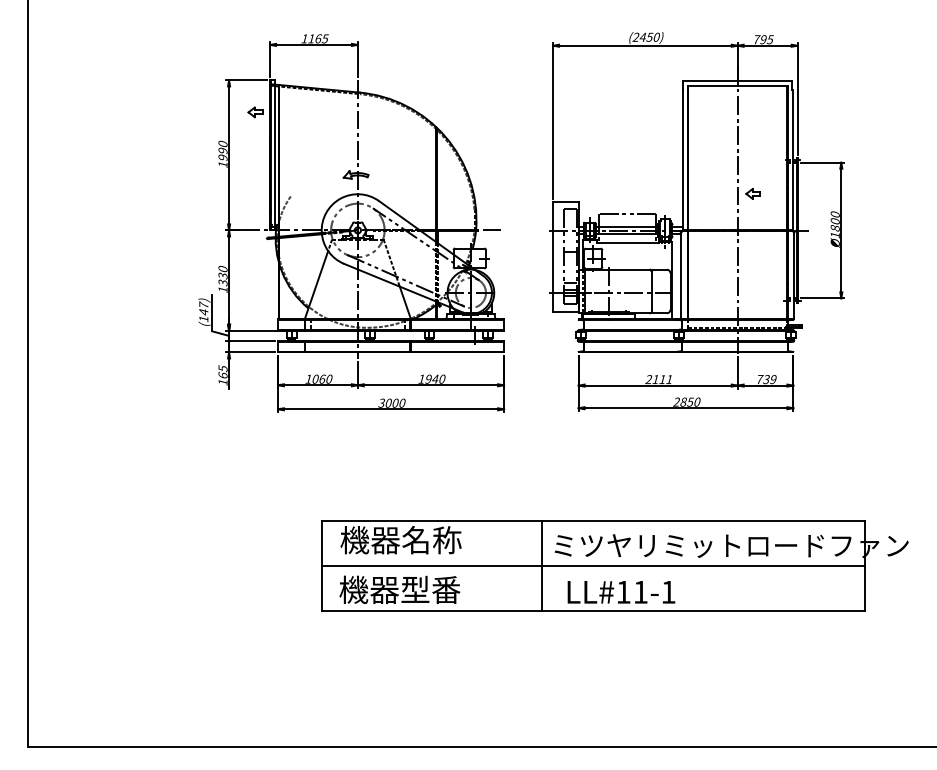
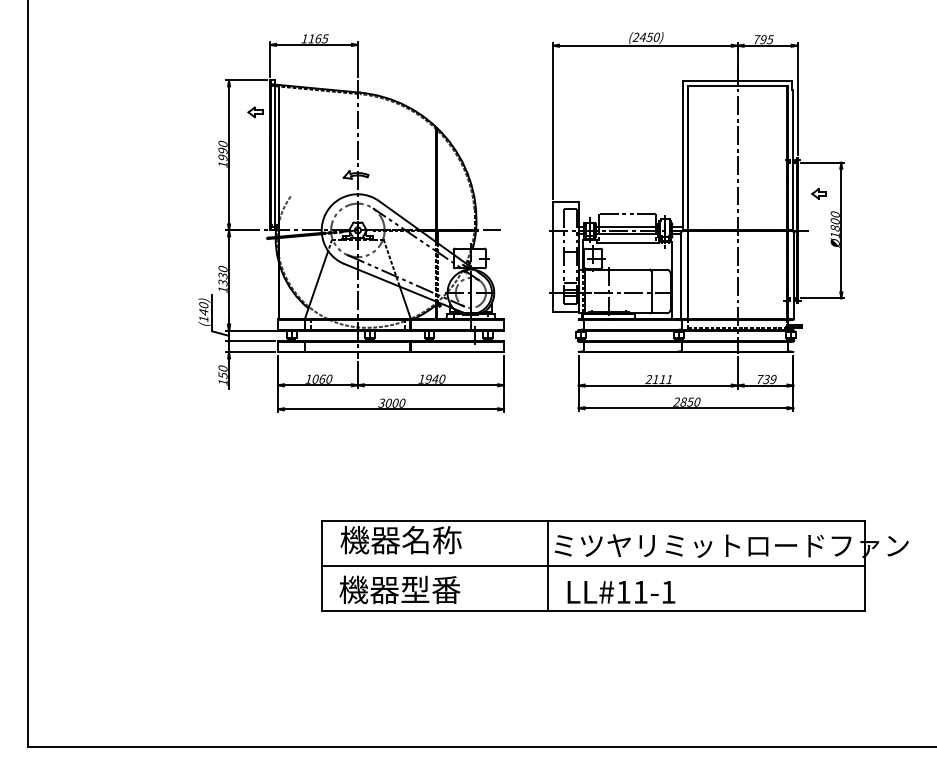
part at (752, 193) position: (752, 193) -> (818, 193)
text at (203, 304): (147) -> (140)
text at (222, 372): 165 -> 150
line at (542, 565) position: (542, 565) -> (548, 565)
